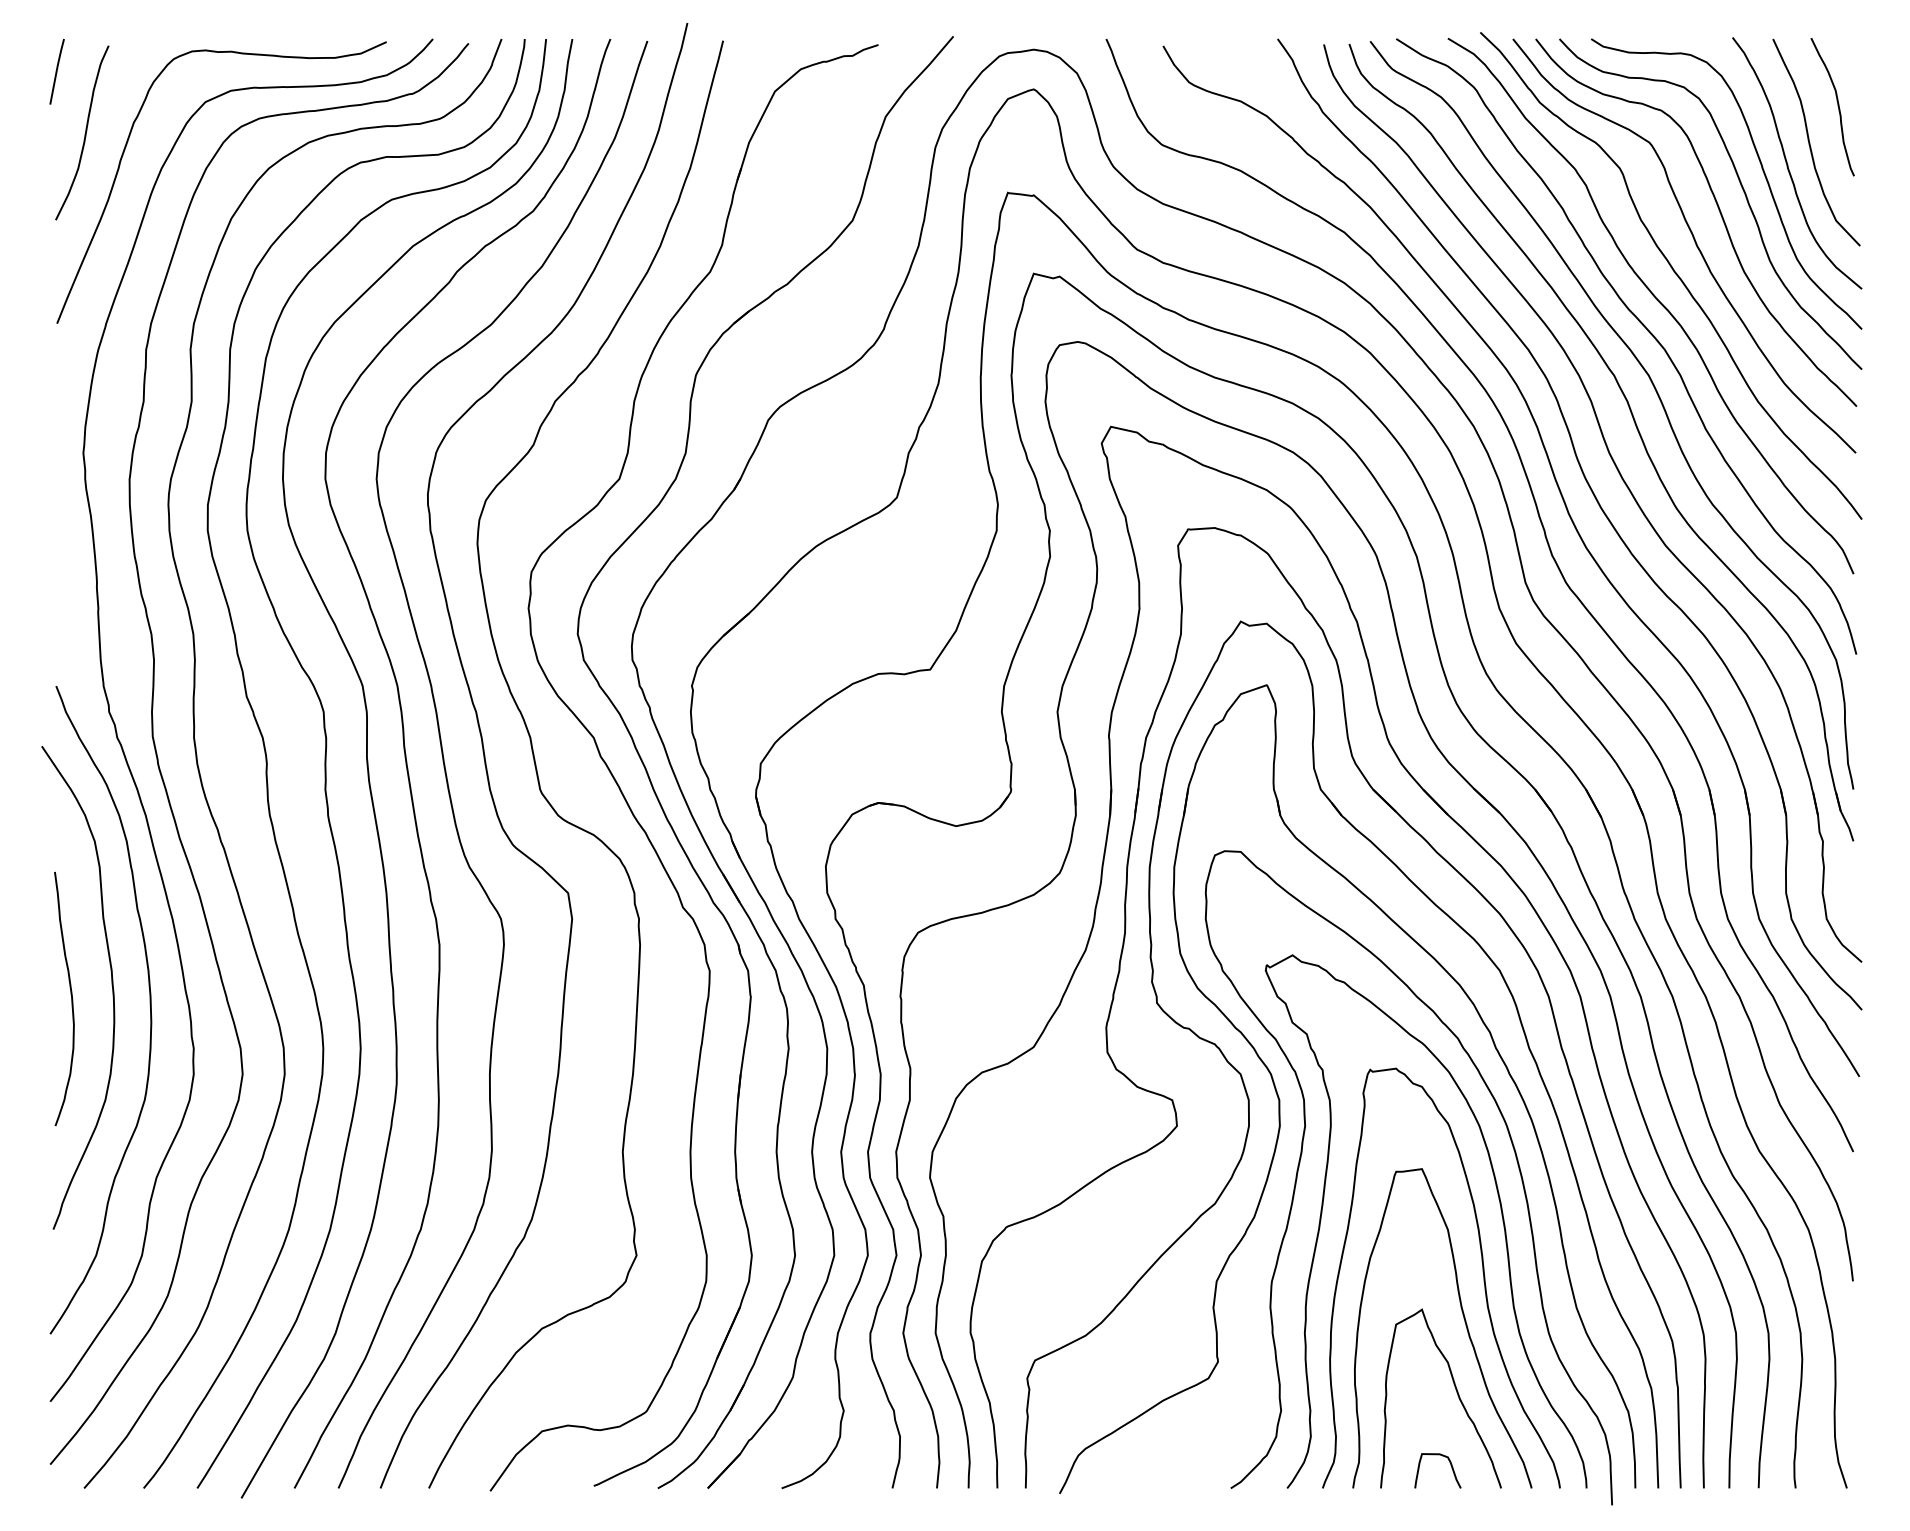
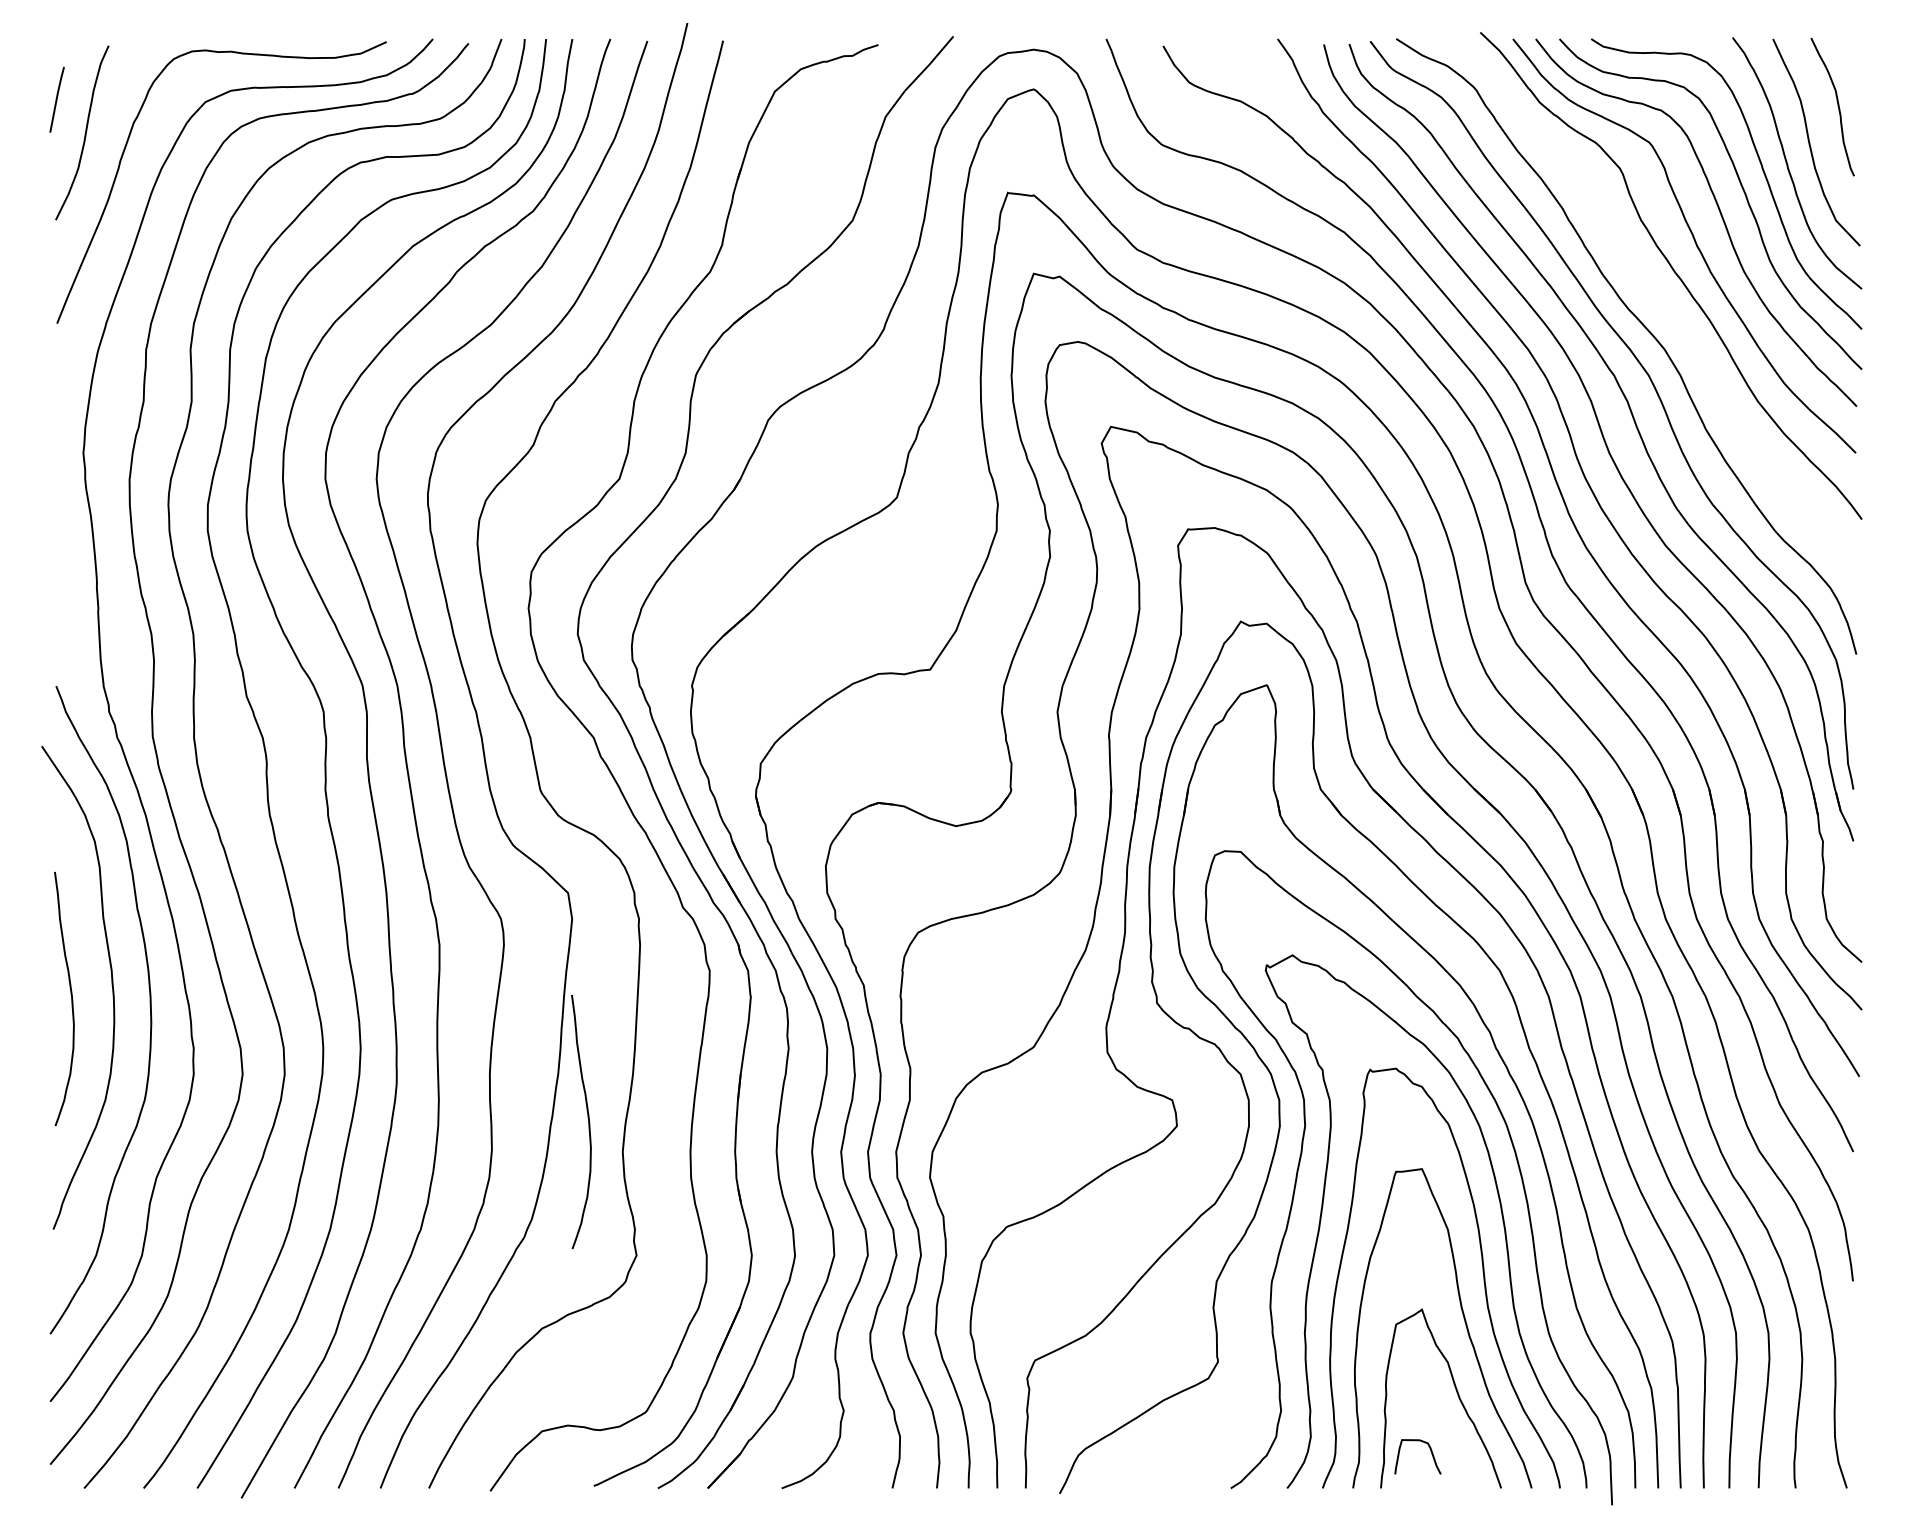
line at (56, 71) position: (56, 71) -> (56, 99)
curve at (1656, 300): present -> none
curve at (587, 1118): none -> present
curve at (1450, 1465) position: (1450, 1465) -> (1430, 1451)
